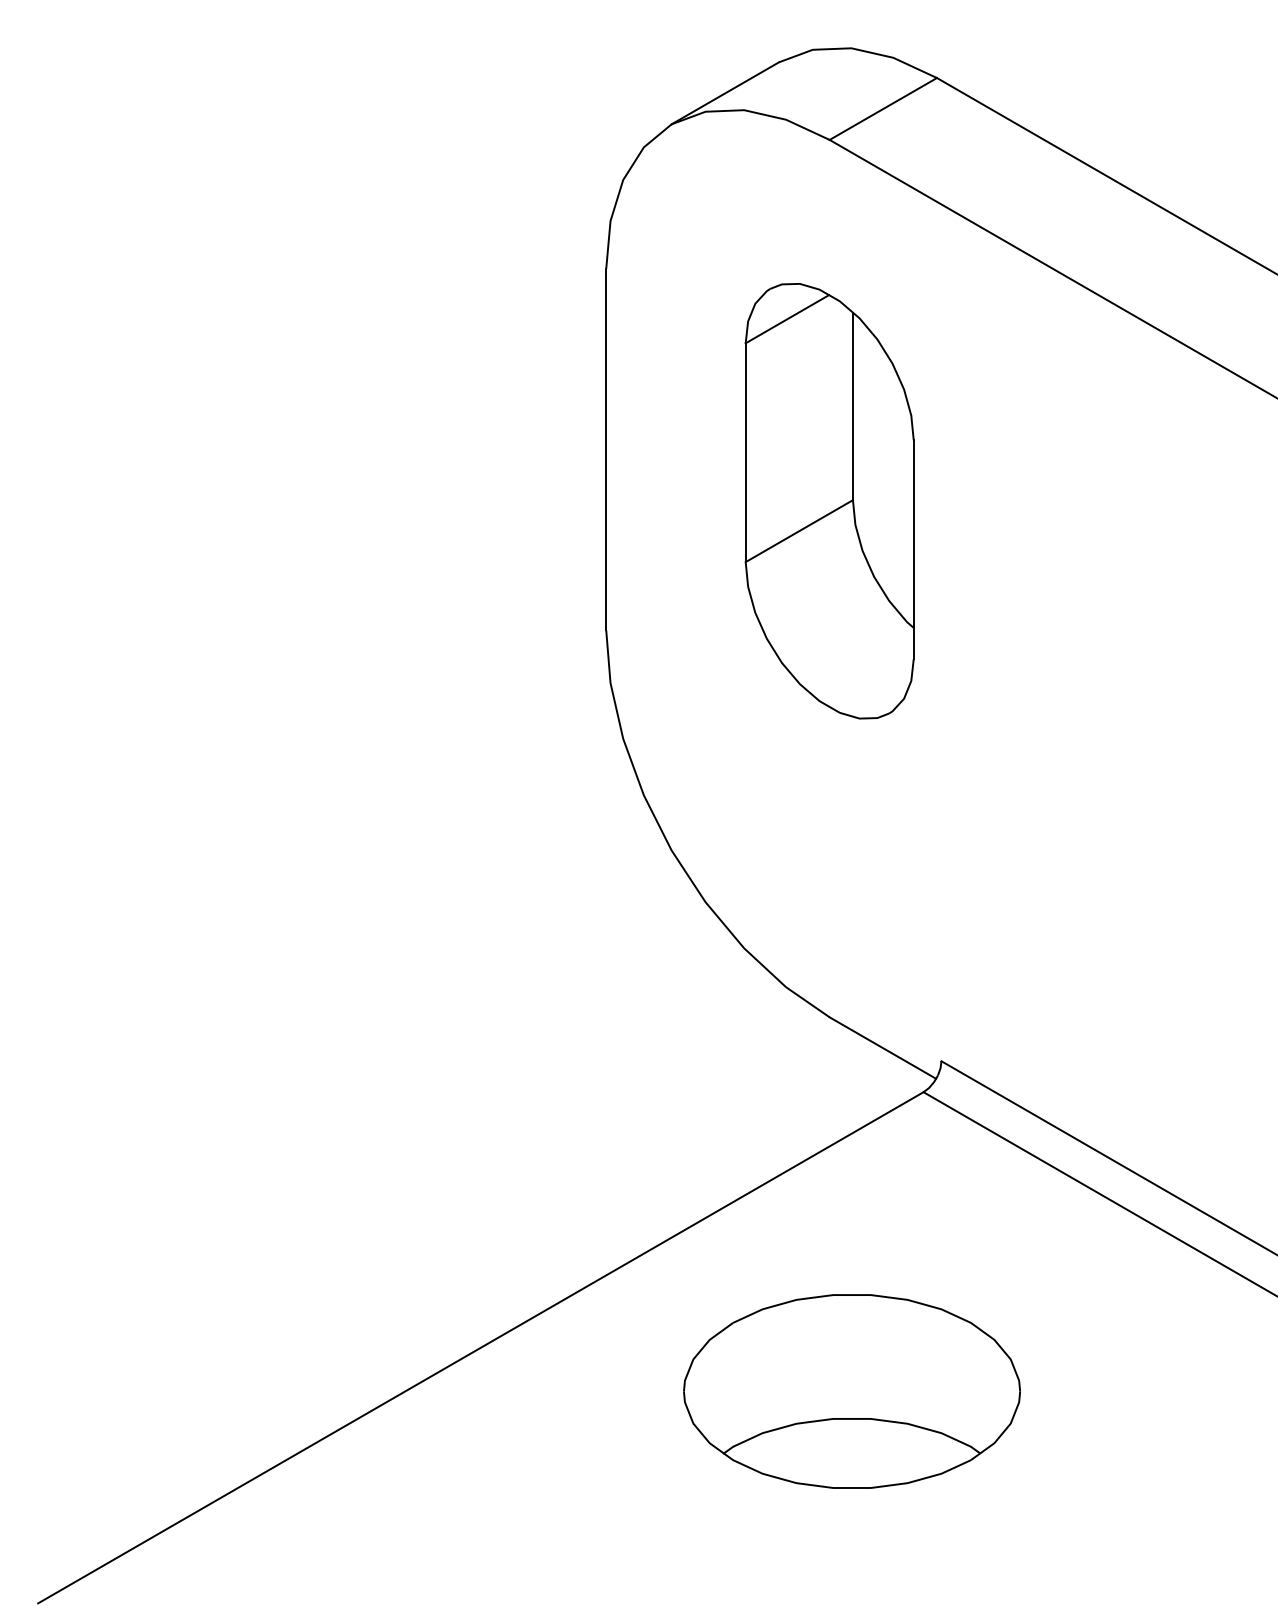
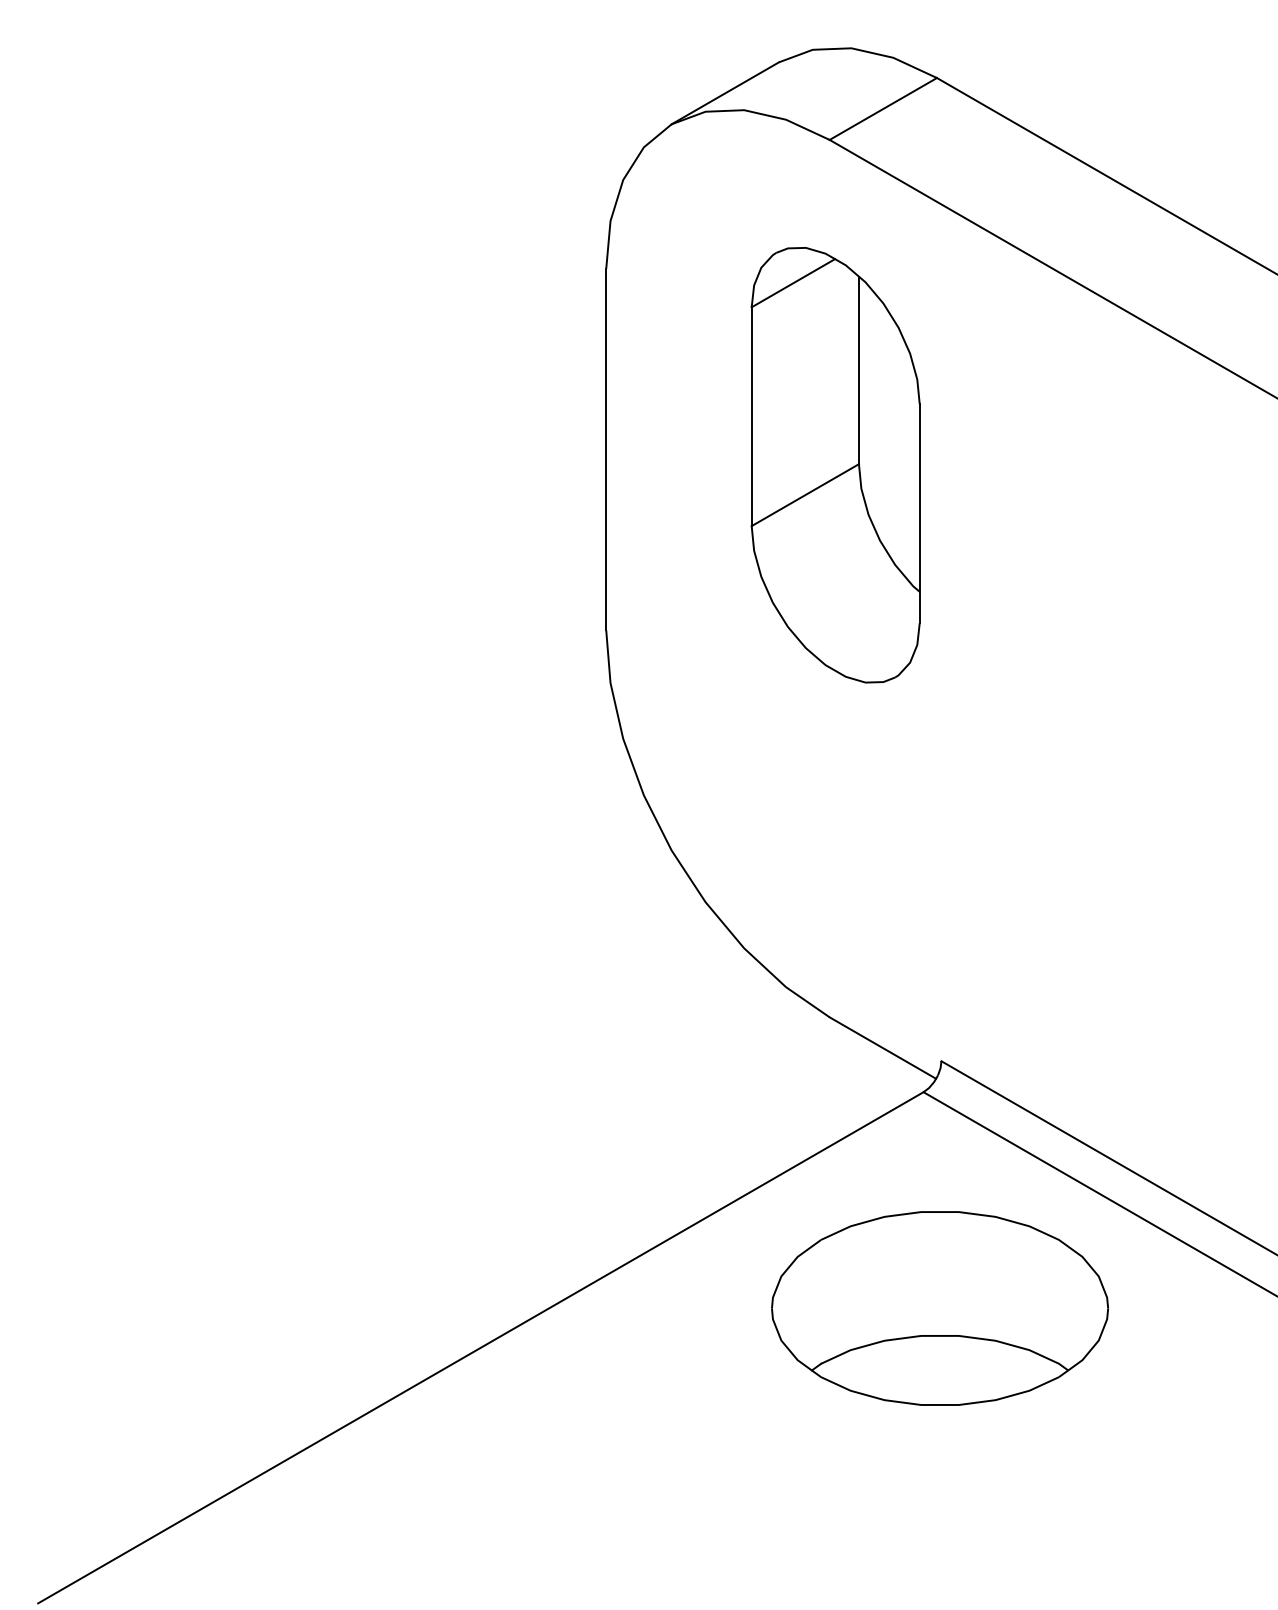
part at (829, 501) position: (829, 501) -> (835, 465)
part at (851, 1391) position: (851, 1391) -> (939, 1308)
